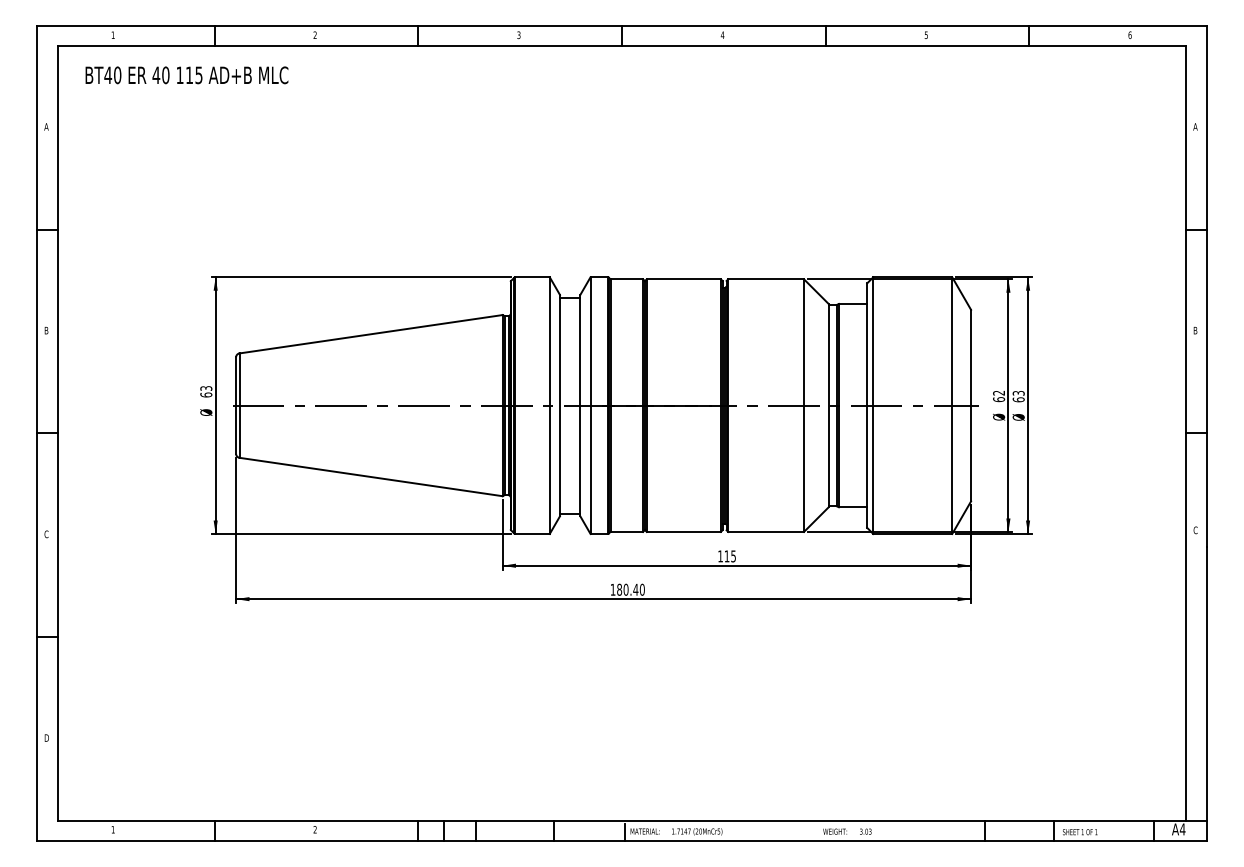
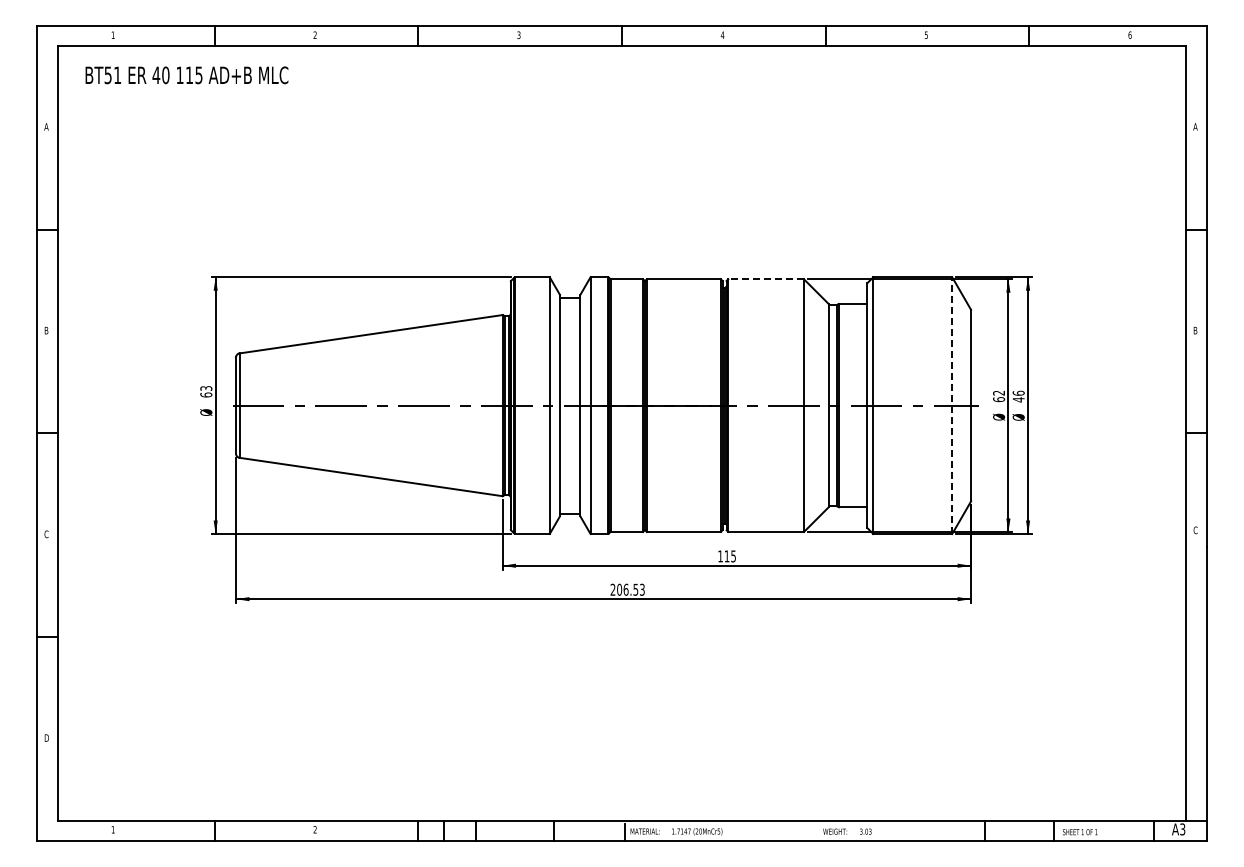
text at (112, 75): BT40 -> BT51
line at (766, 279): solid -> dashed
text at (1018, 396): 63 -> 46
line at (952, 405): solid -> dashed
text at (627, 589): 180.40 -> 206.53
text at (1182, 829): A4 -> A3
